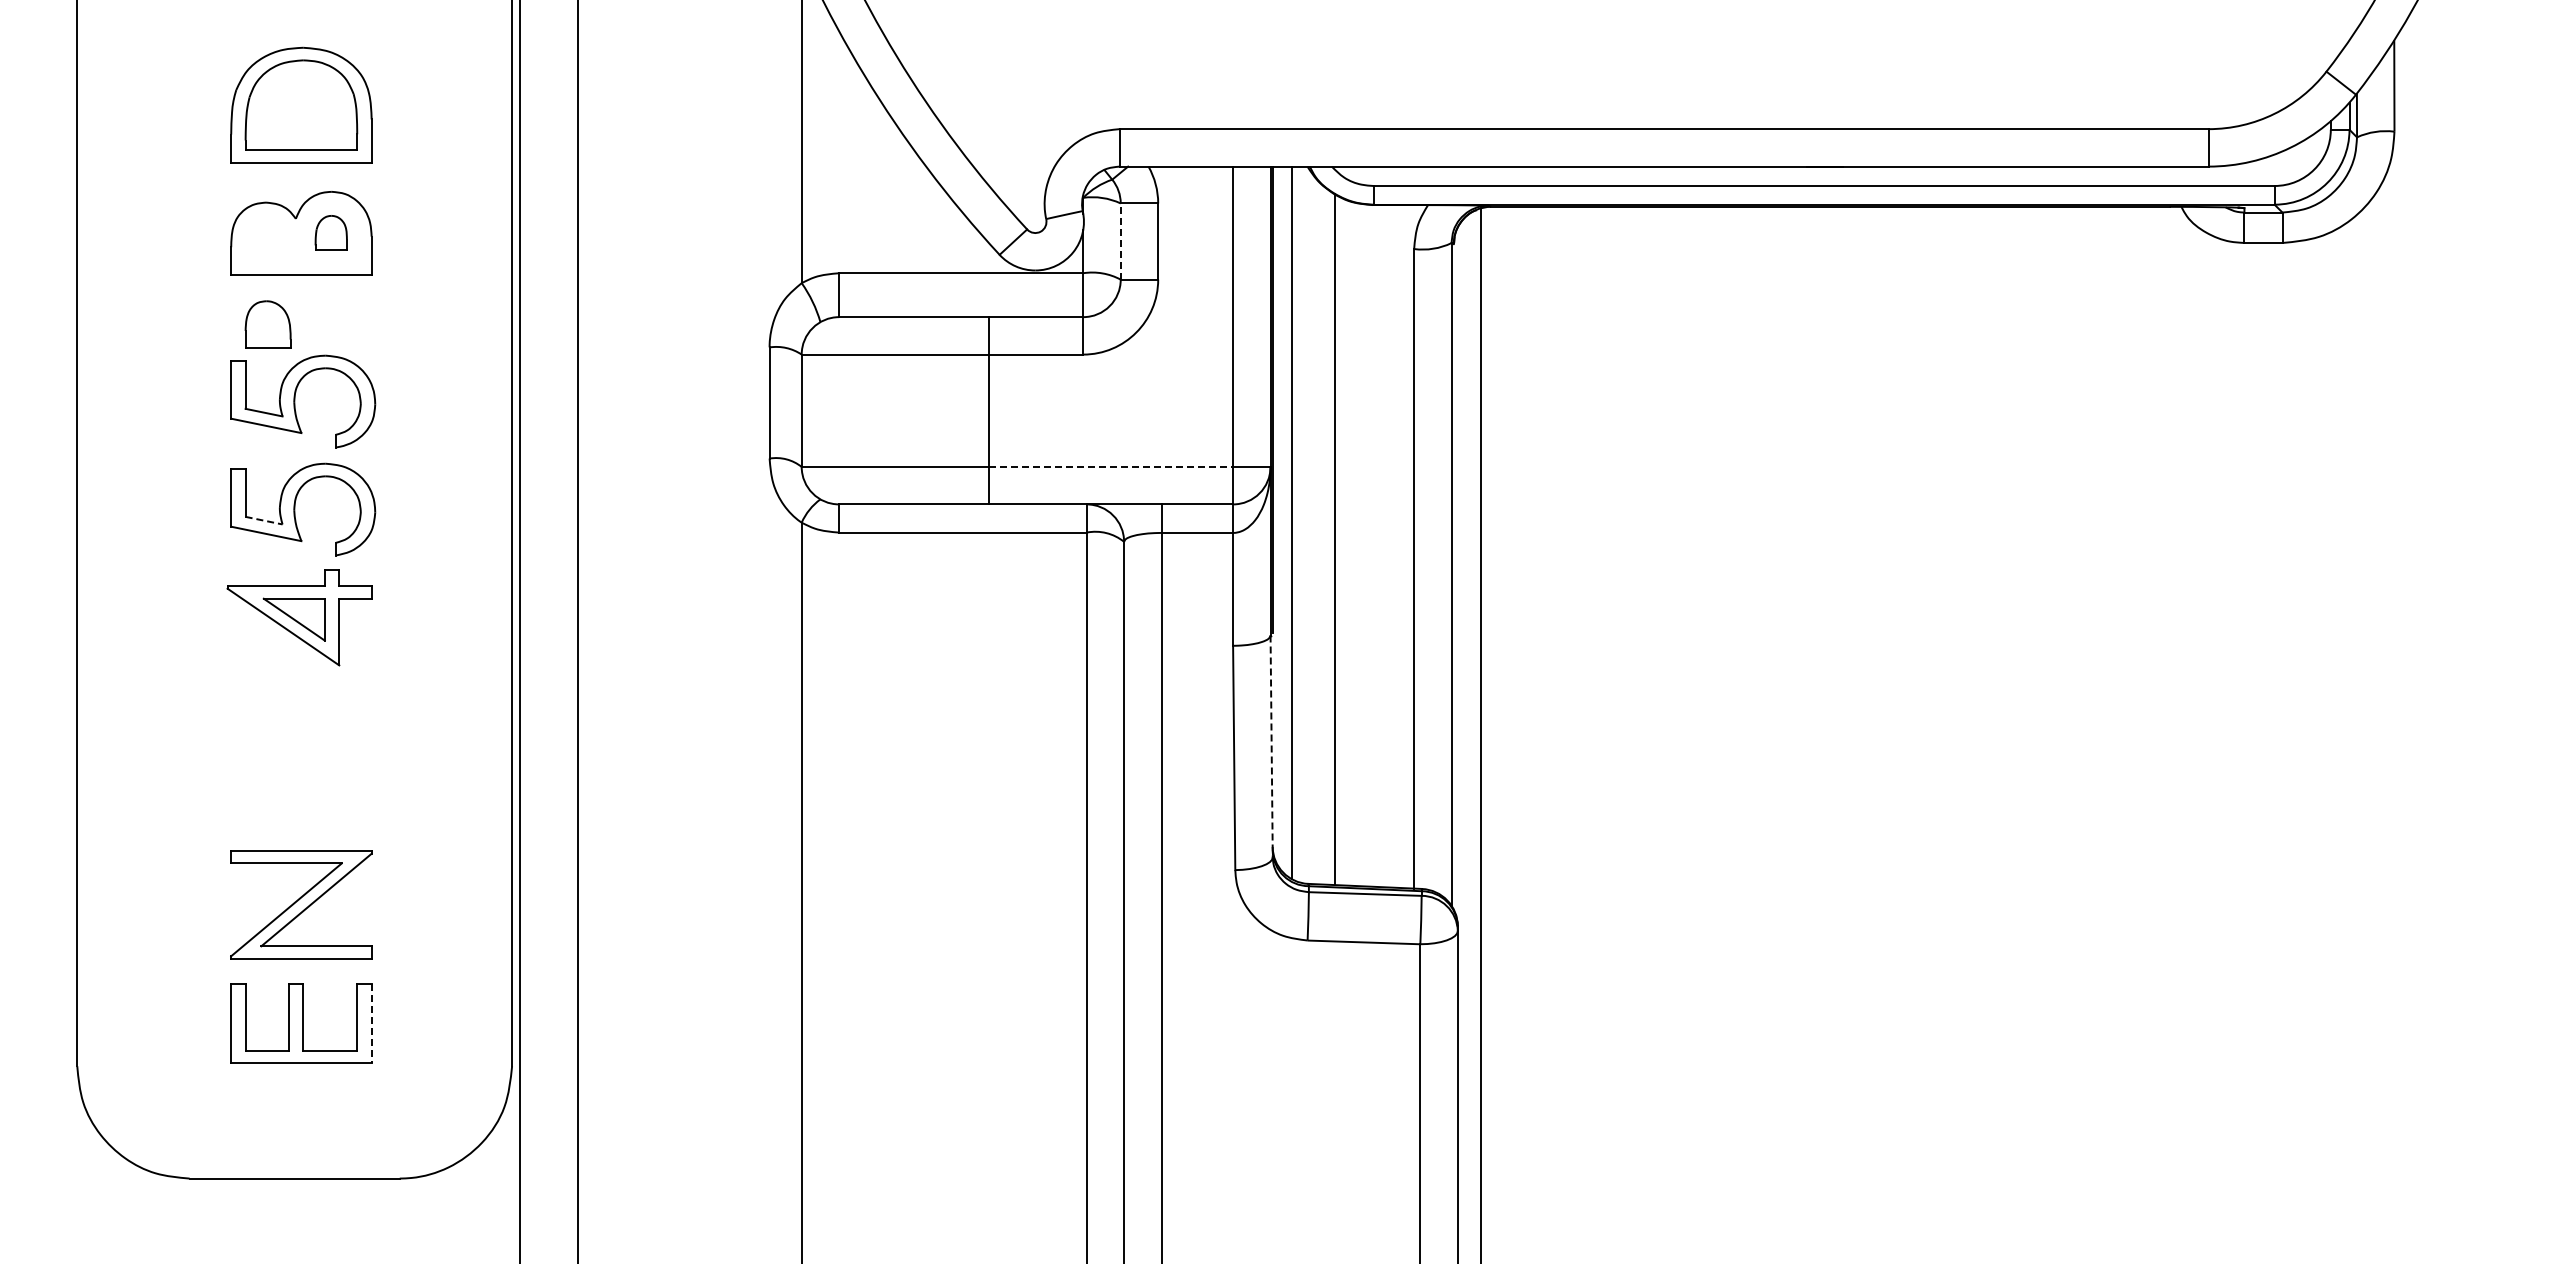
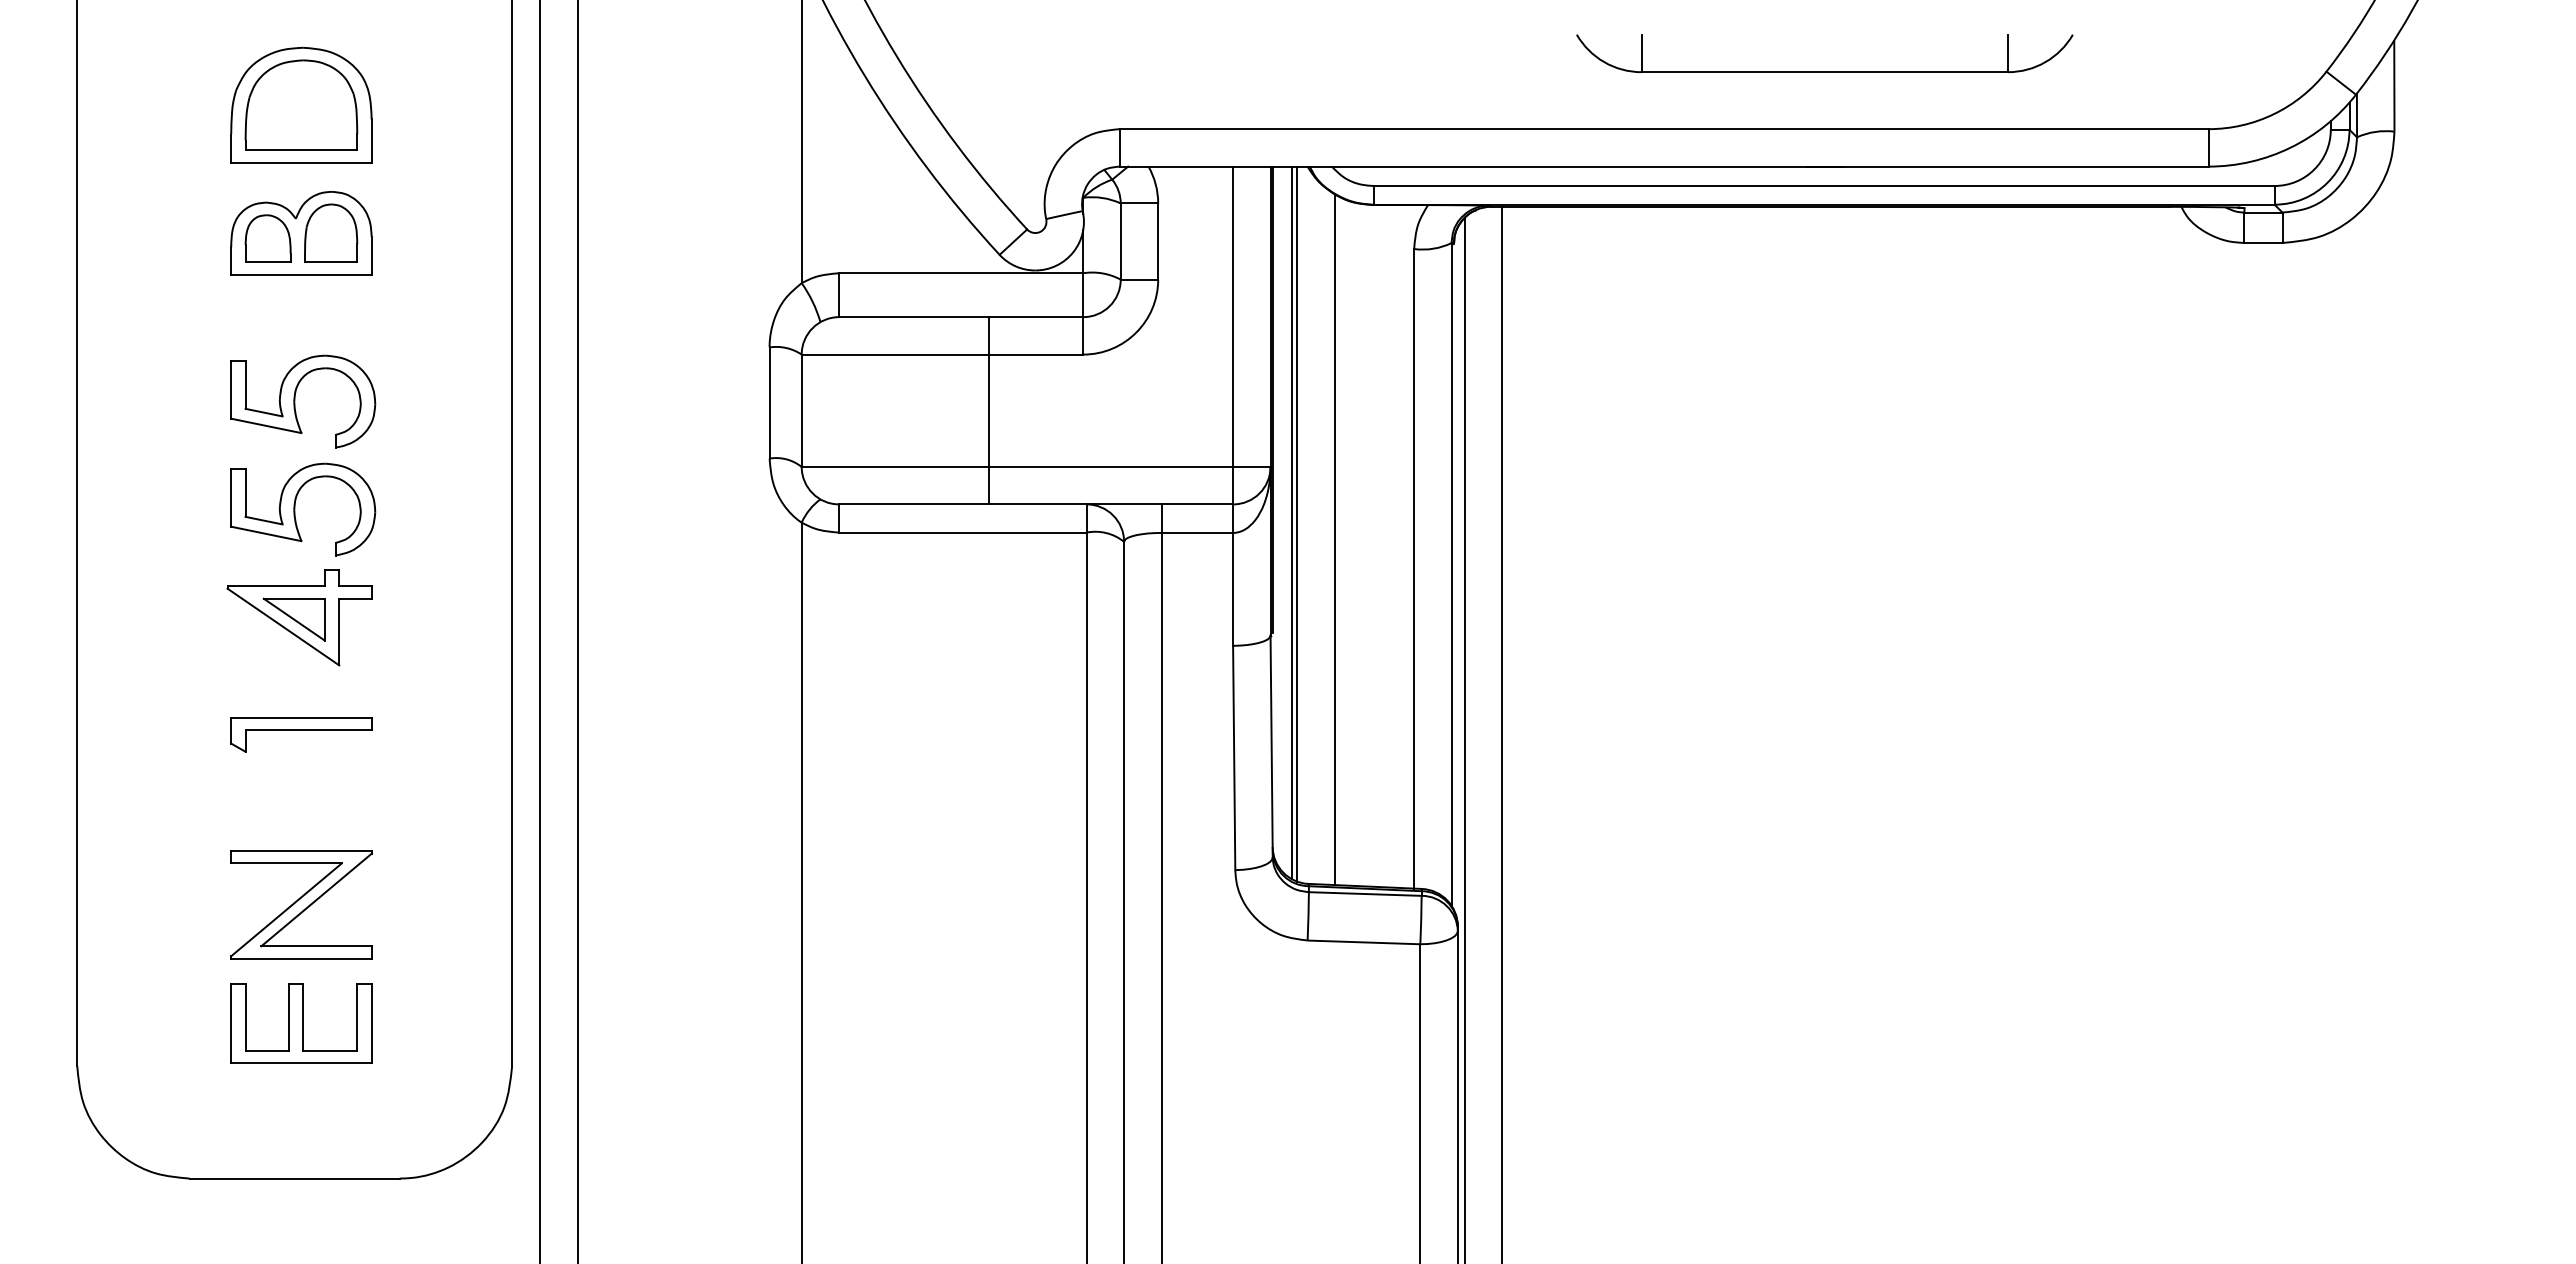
part at (1824, 71): none -> present
part at (330, 232) size: 34x36 px -> 55x60 px
line at (1120, 241): dashed -> solid
part at (267, 324) position: (267, 324) -> (267, 238)
line at (1111, 466): dashed -> solid
line at (264, 520): dashed -> solid
line at (1297, 523): none -> present
line at (520, 631) position: (520, 631) -> (540, 631)
line at (1481, 733) position: (1481, 733) -> (1502, 733)
part at (301, 734): none -> present
line at (1464, 739): none -> present
line at (1271, 746): dashed -> solid
line at (371, 1023): dashed -> solid
